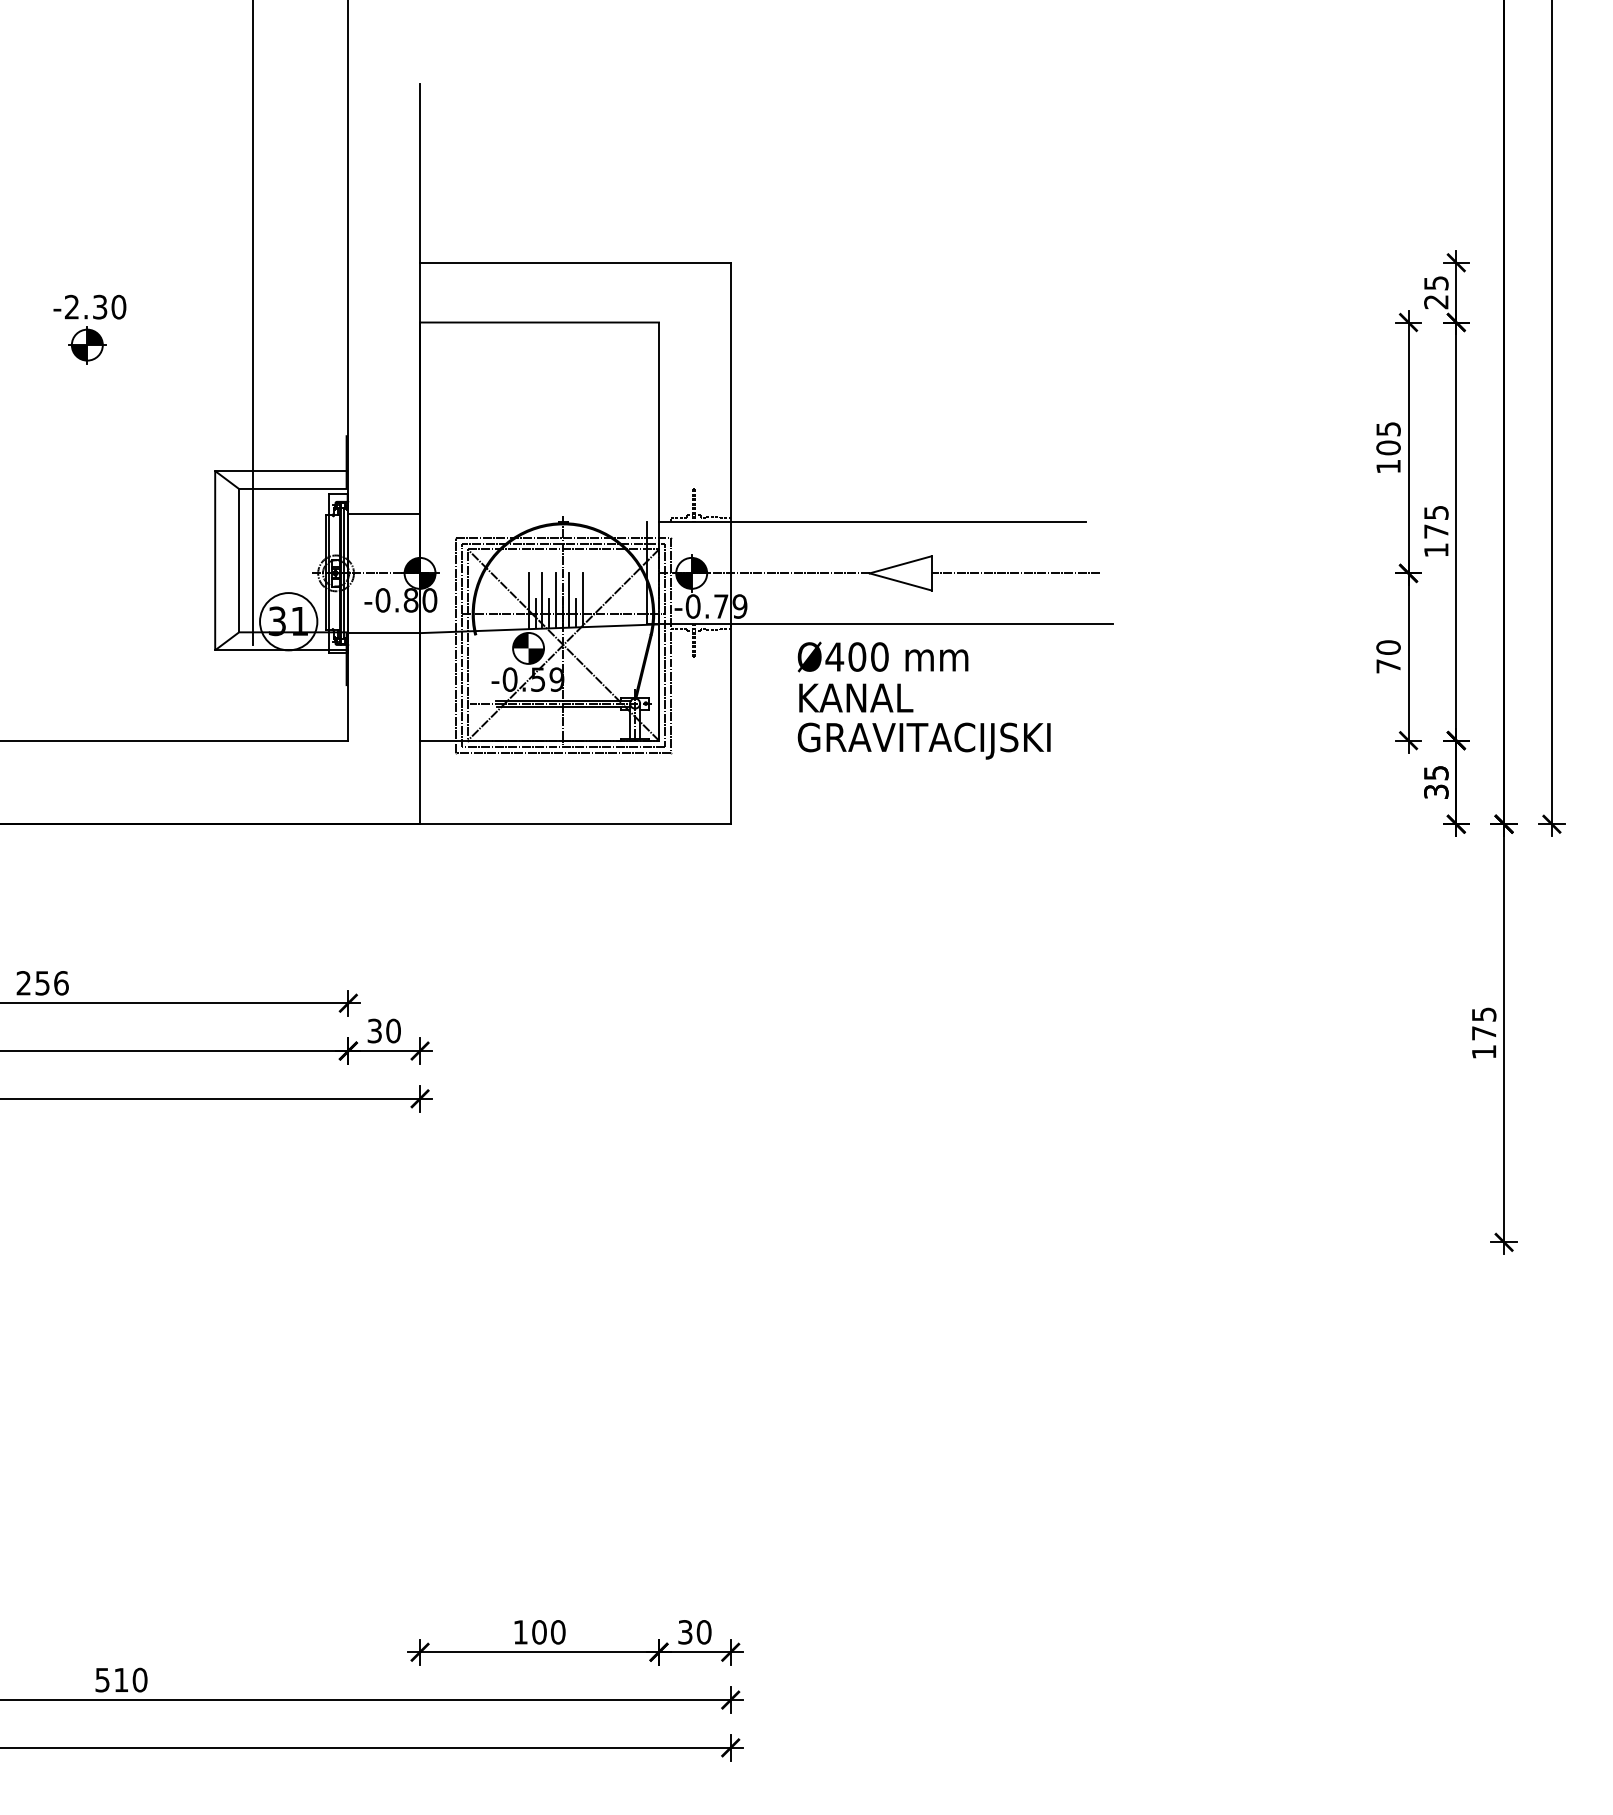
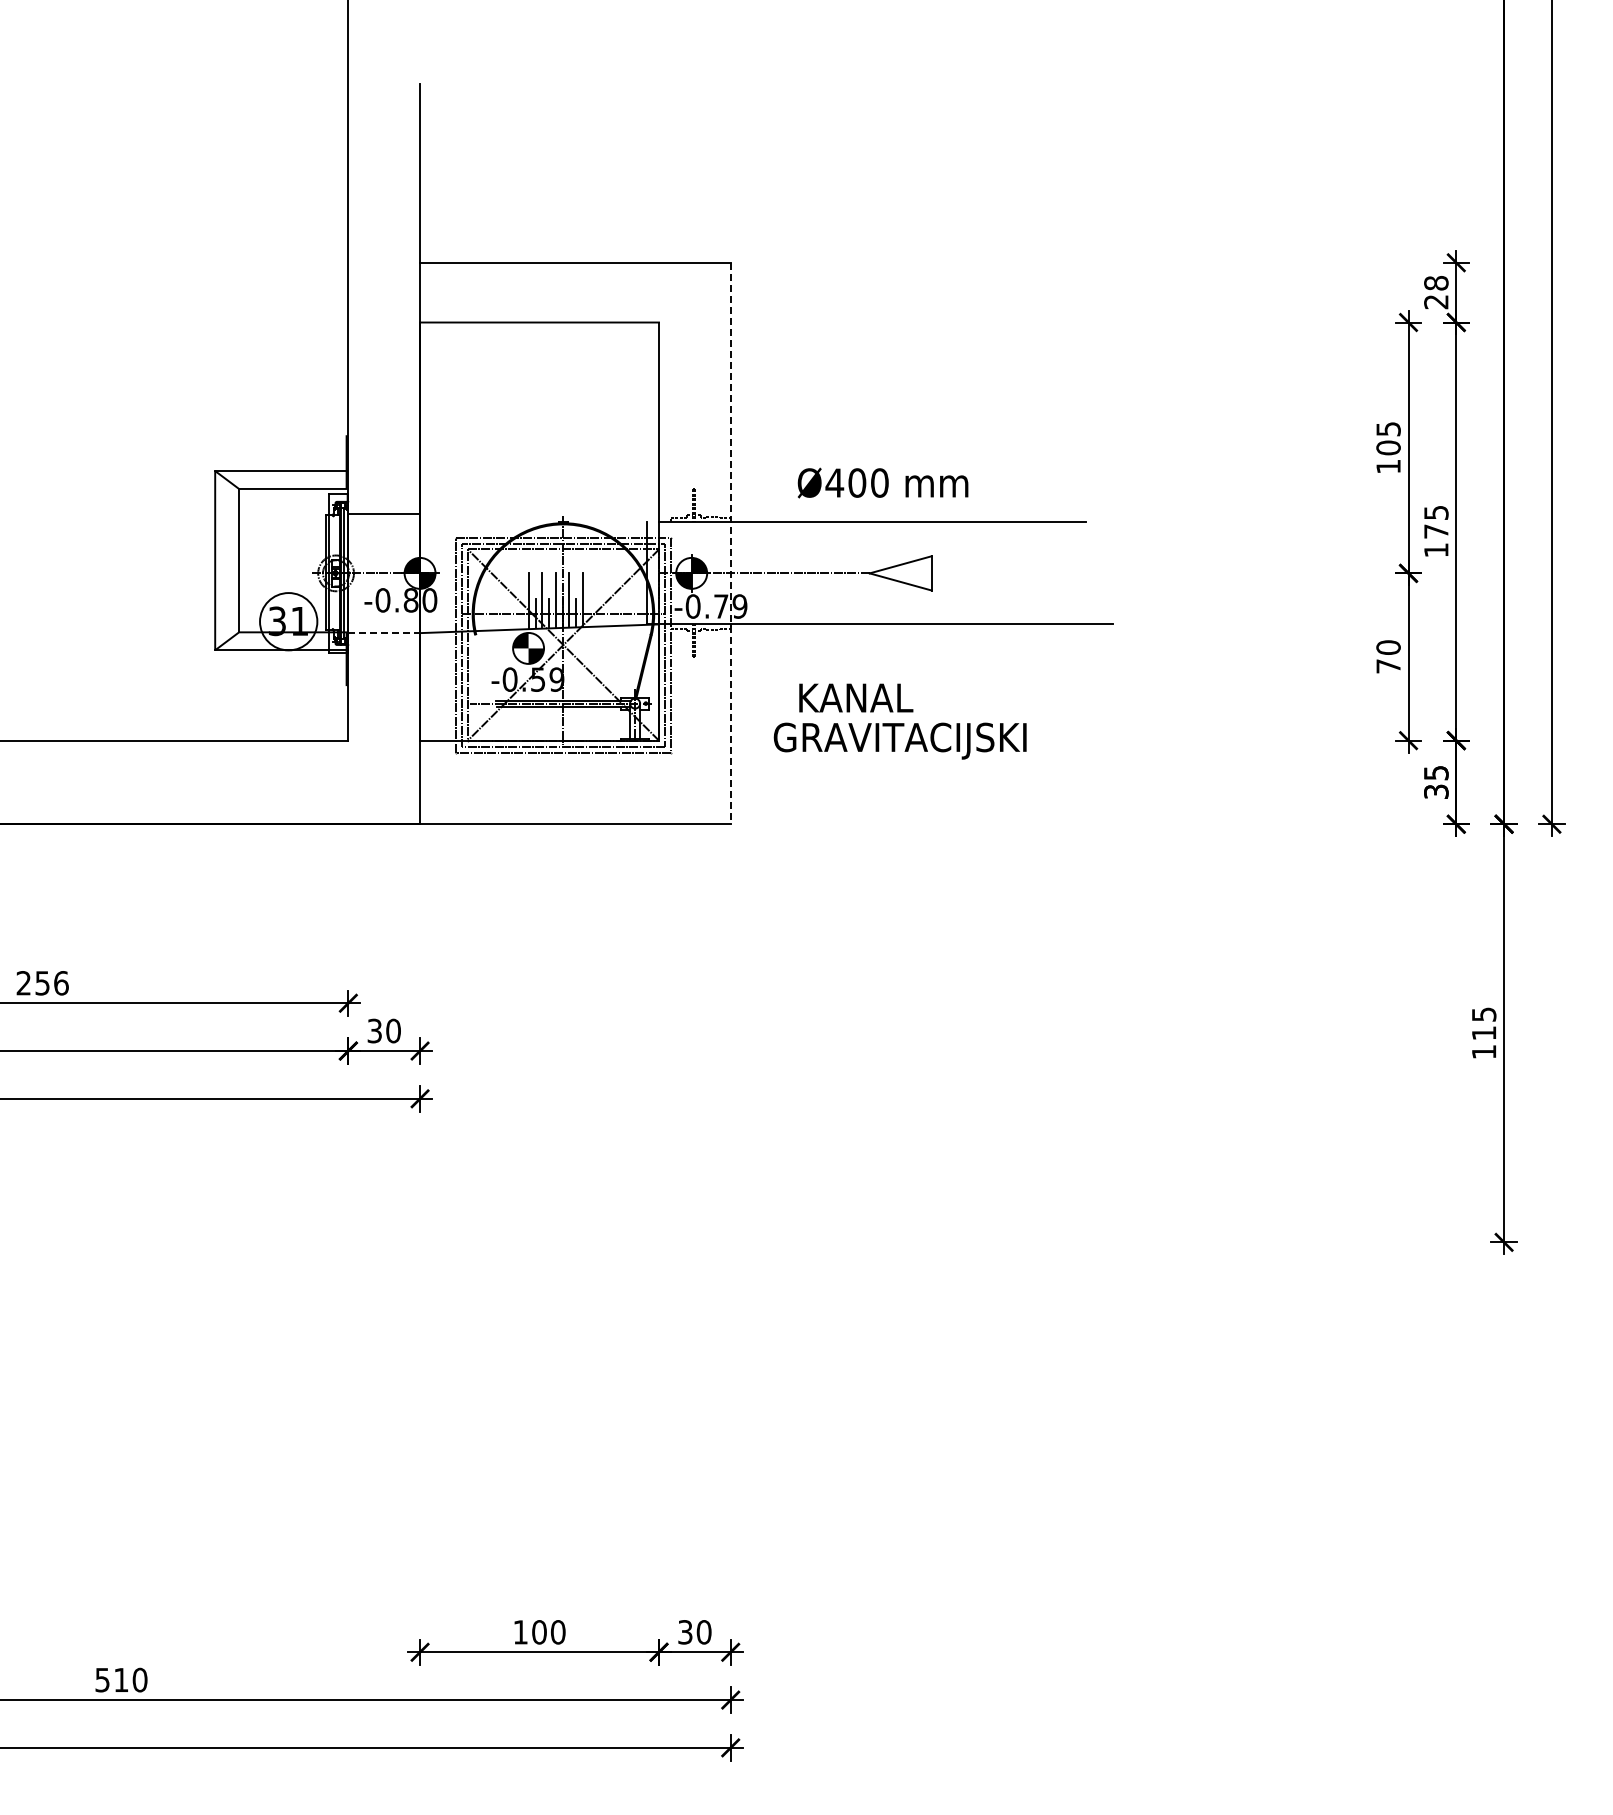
text at (1436, 283): 25 -> 28
line at (252, 323): present -> none
part at (89, 329): present -> none
line at (730, 543): solid -> dashed
line at (1015, 573): present -> none
line at (384, 633): solid -> dashed
text at (882, 656) position: (882, 656) -> (882, 482)
text at (923, 740) position: (923, 740) -> (899, 740)
text at (1484, 1033): 175 -> 115
